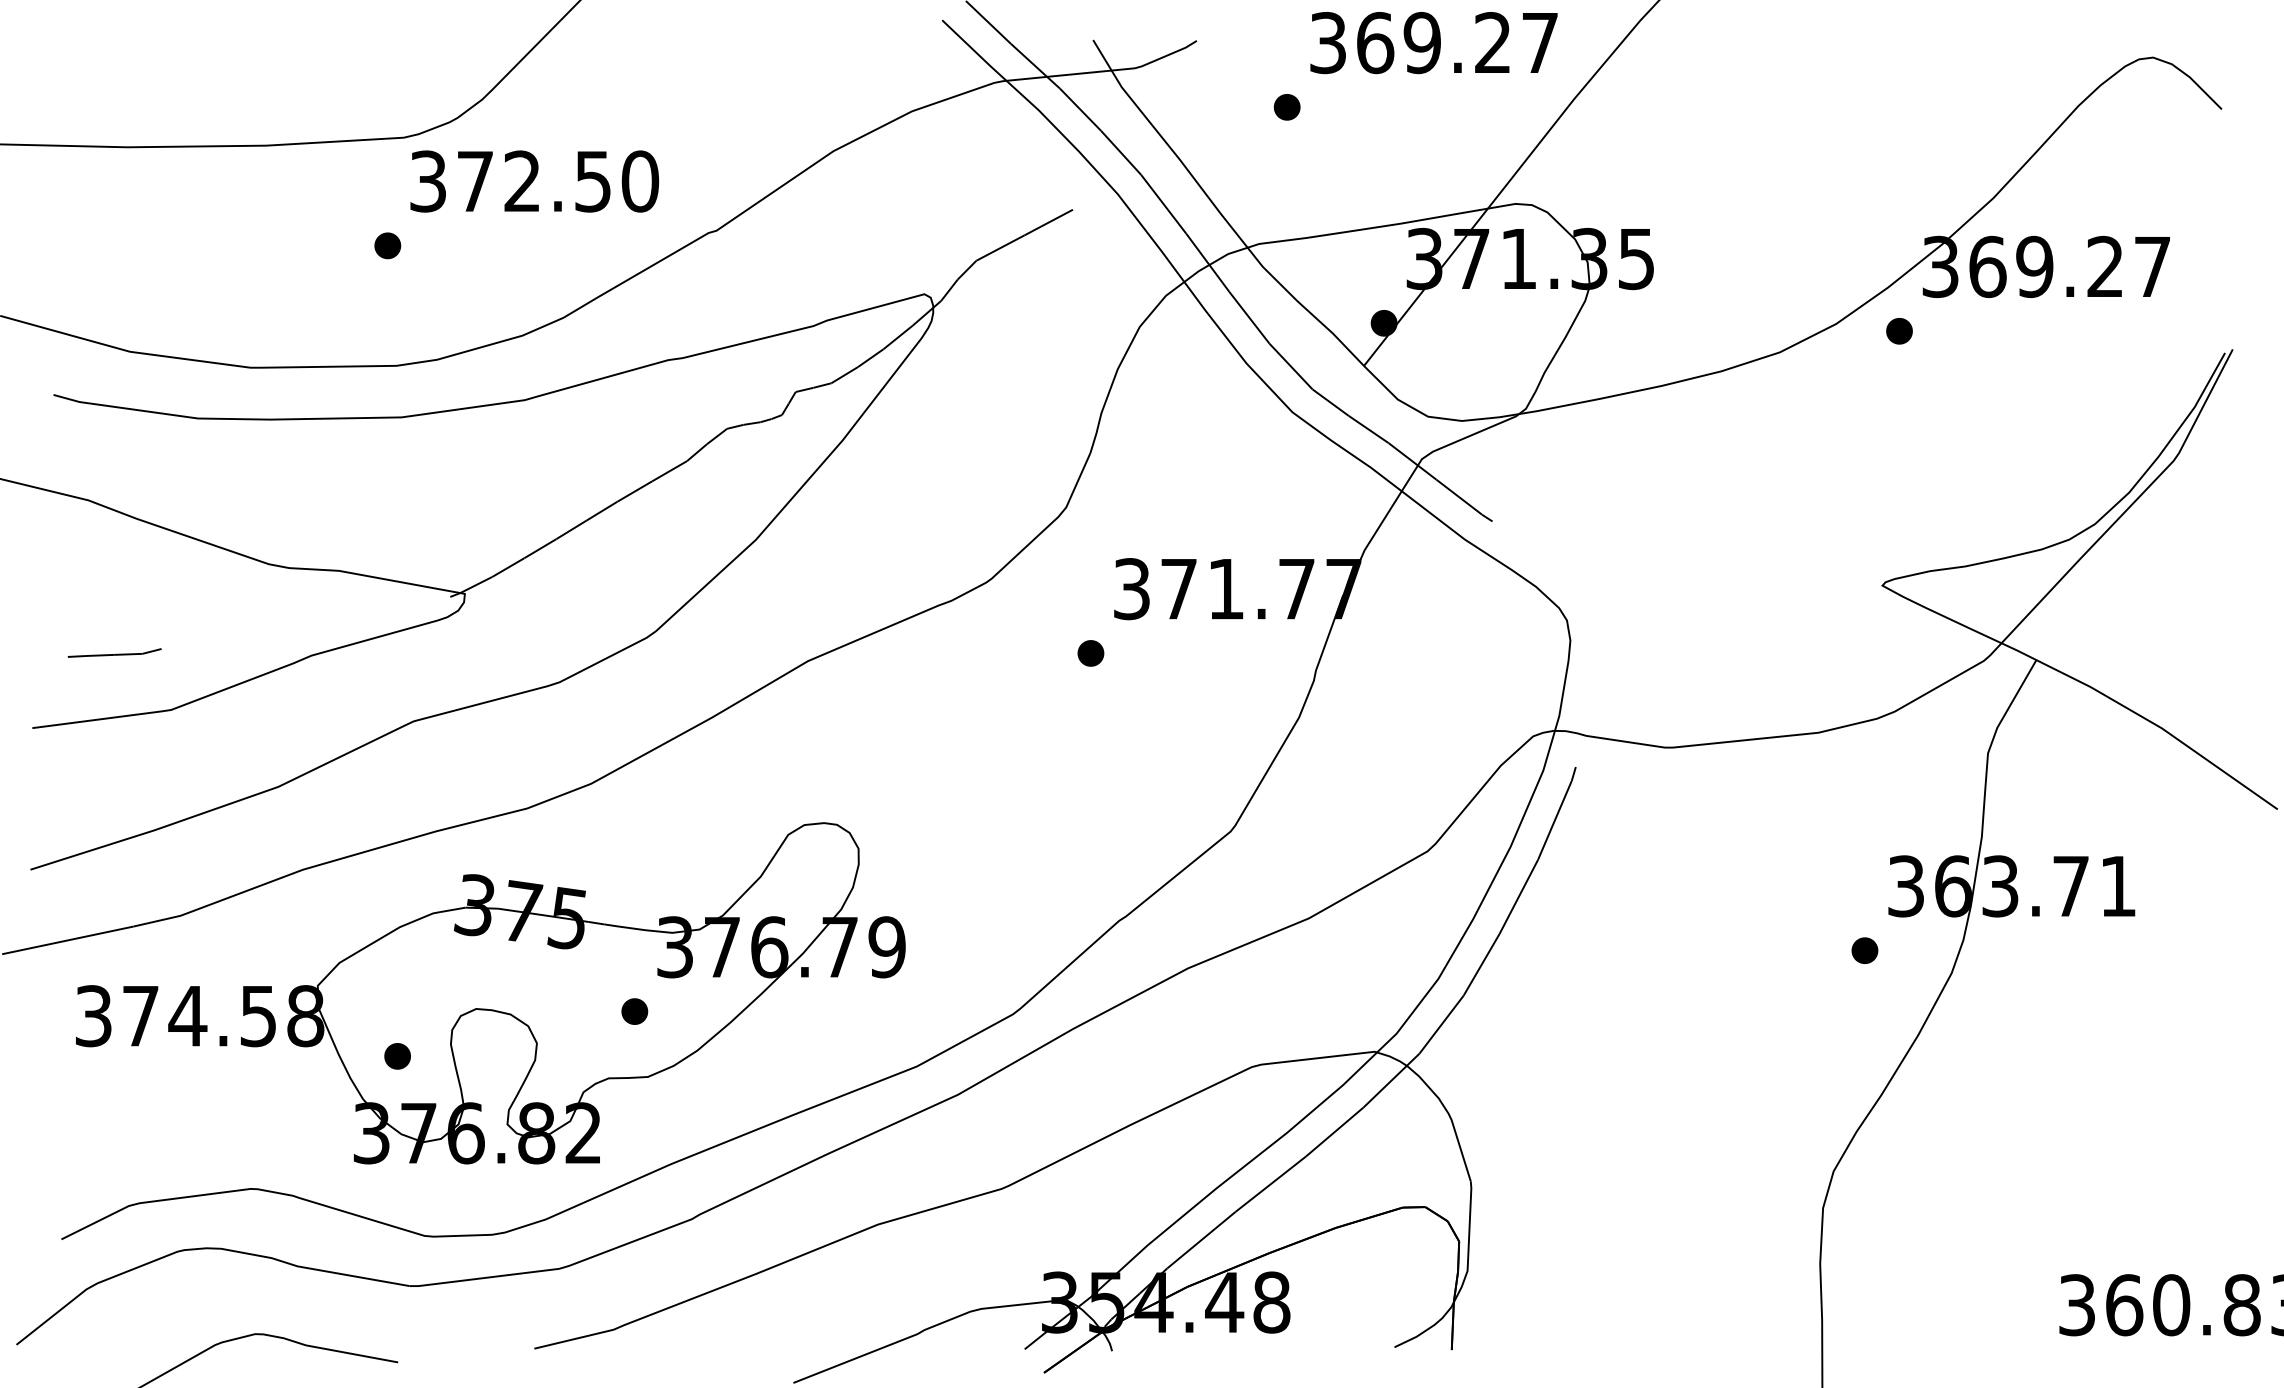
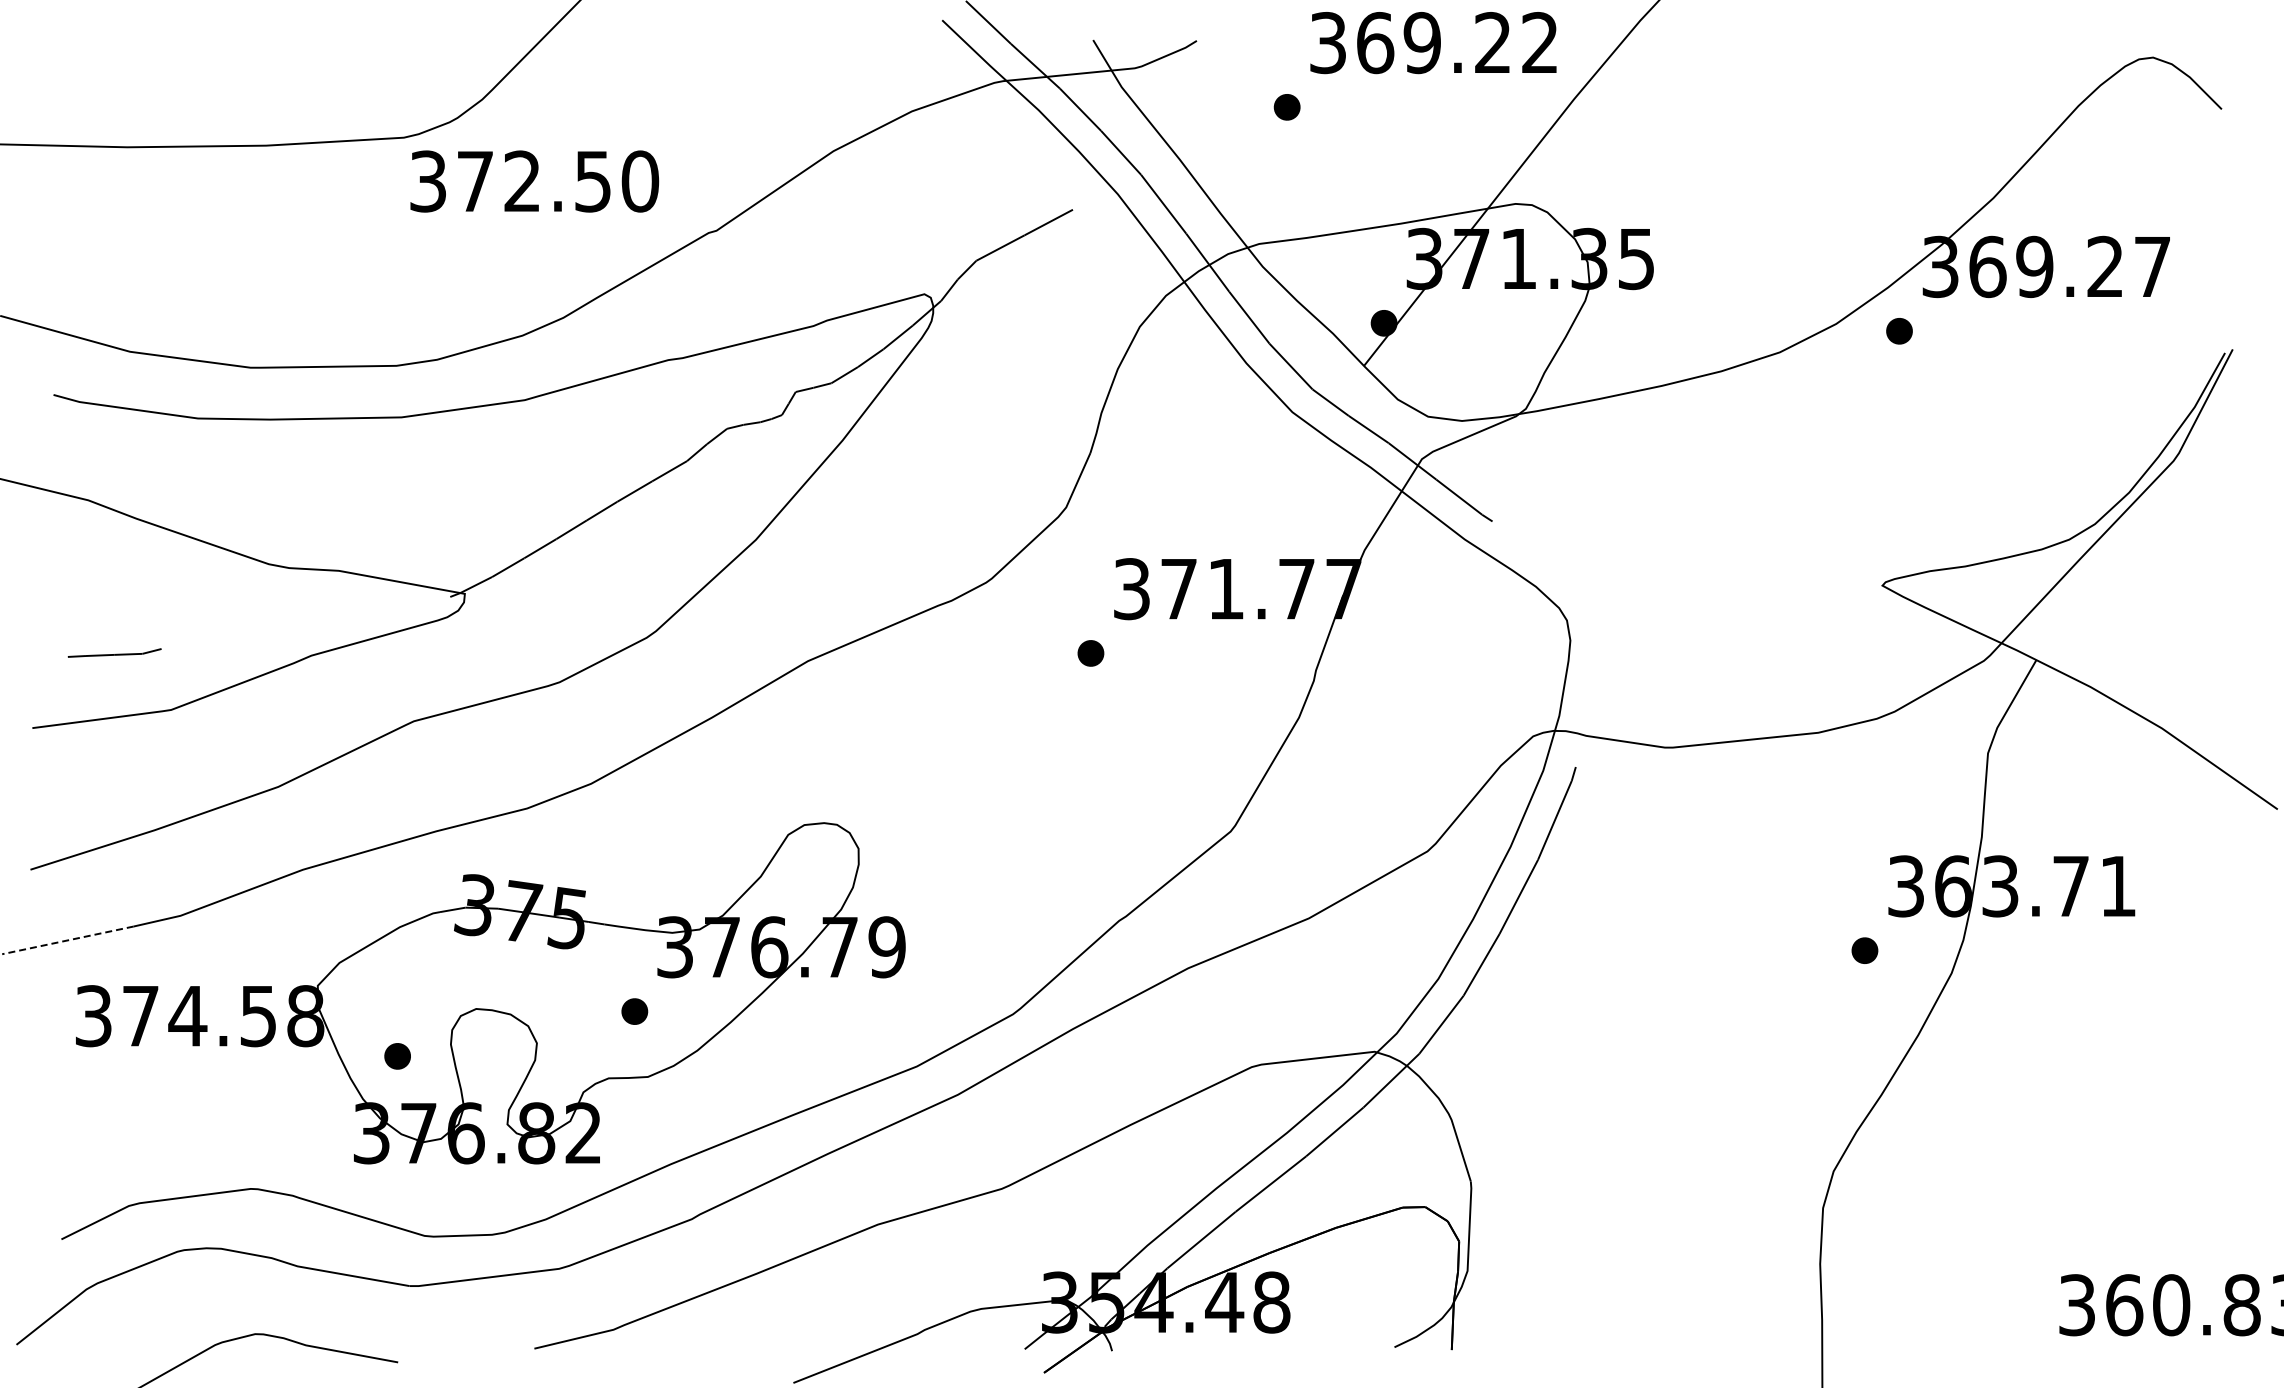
text at (1539, 42): 369.27 -> 369.22
part at (387, 245): present -> none
line at (67, 940): solid -> dashed
